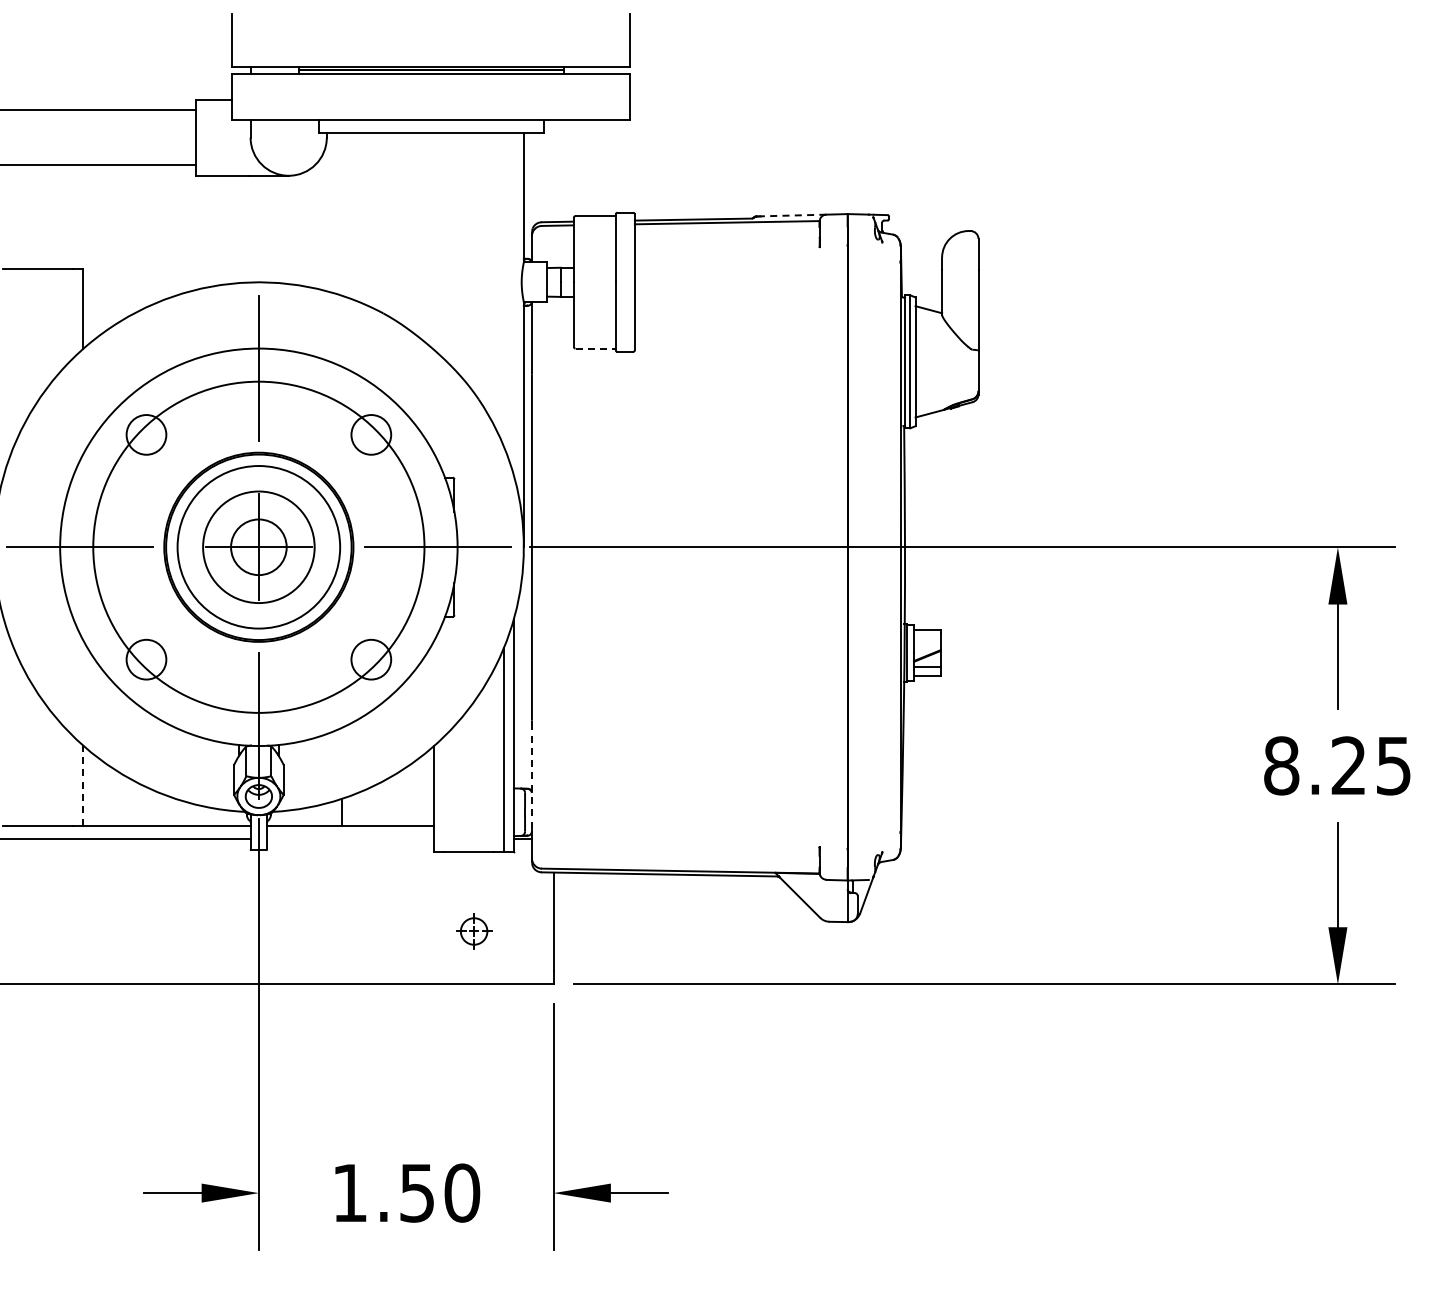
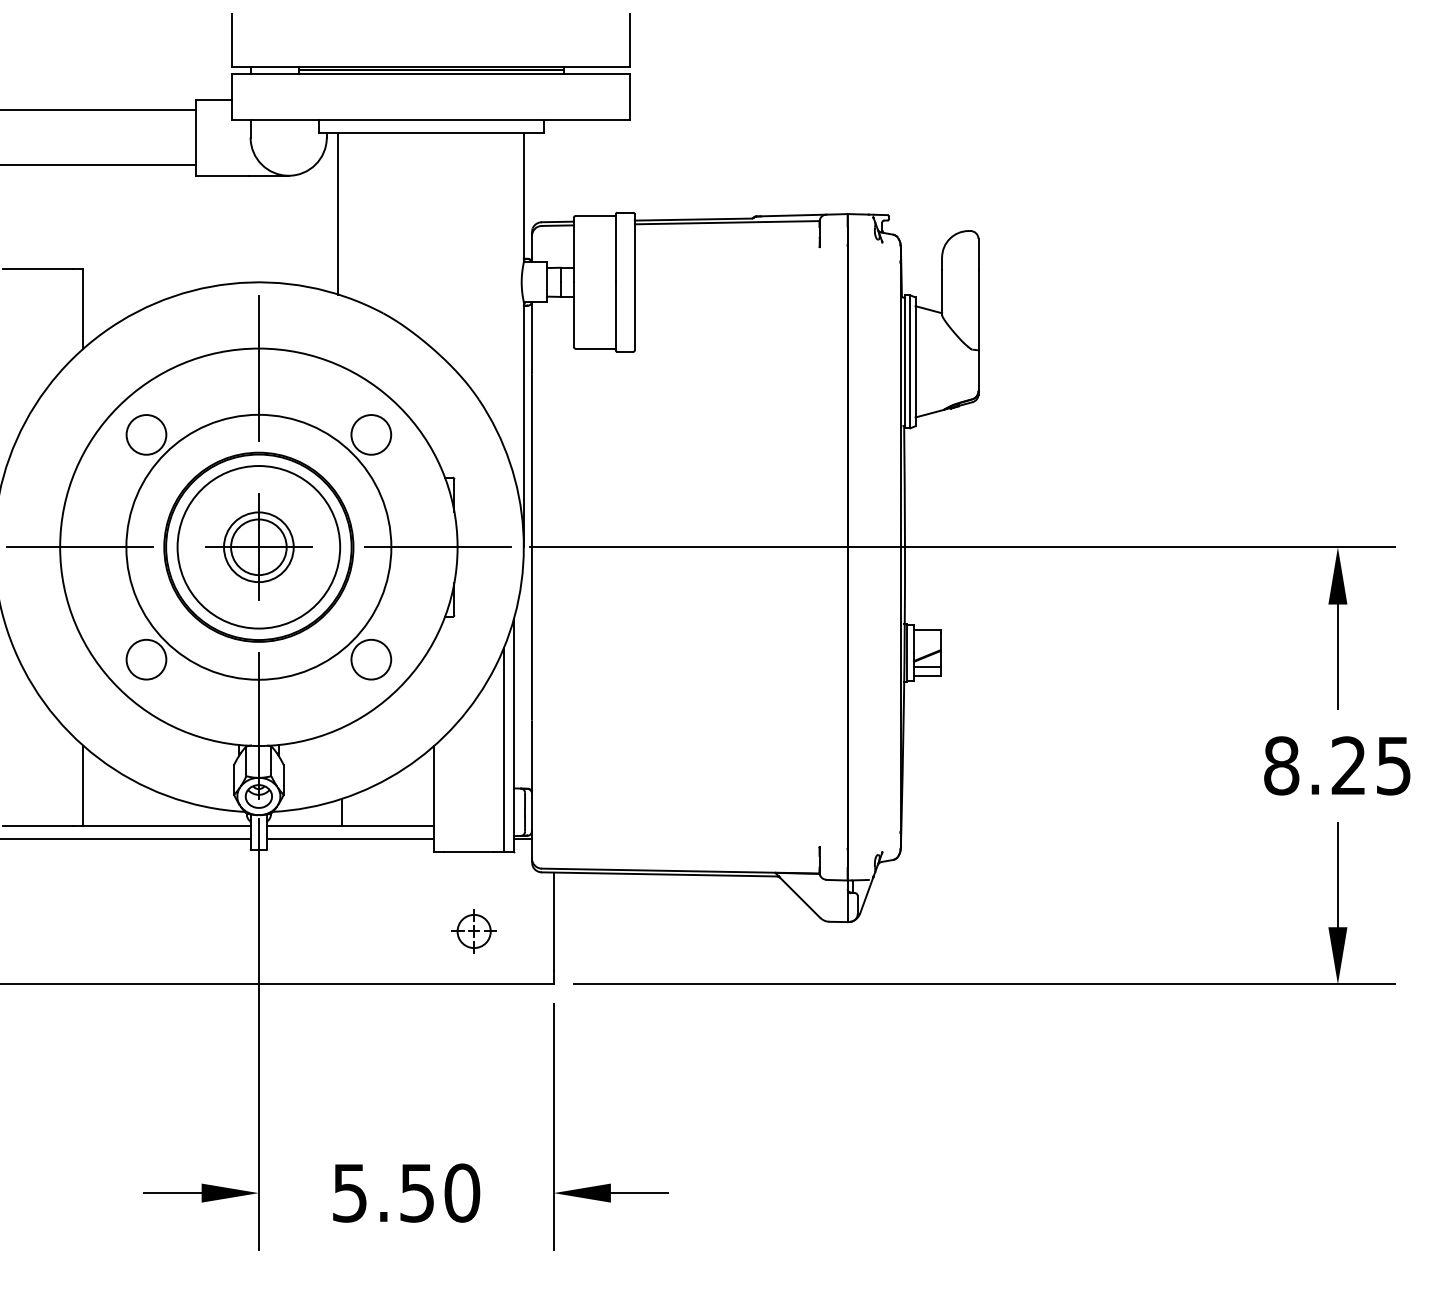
line at (338, 213): none -> present
line at (793, 215): dashed -> solid
line at (596, 348): dashed -> solid
circle at (258, 546) diameter: 331 px -> 265 px
circle at (258, 547) diameter: 112 px -> 70 px
line at (531, 776): dashed -> solid
line at (83, 785): dashed -> solid
line at (350, 838): none -> present
part at (474, 931) size: 37x37 px -> 46x45 px
text at (349, 1193): 1.50 -> 5.50
